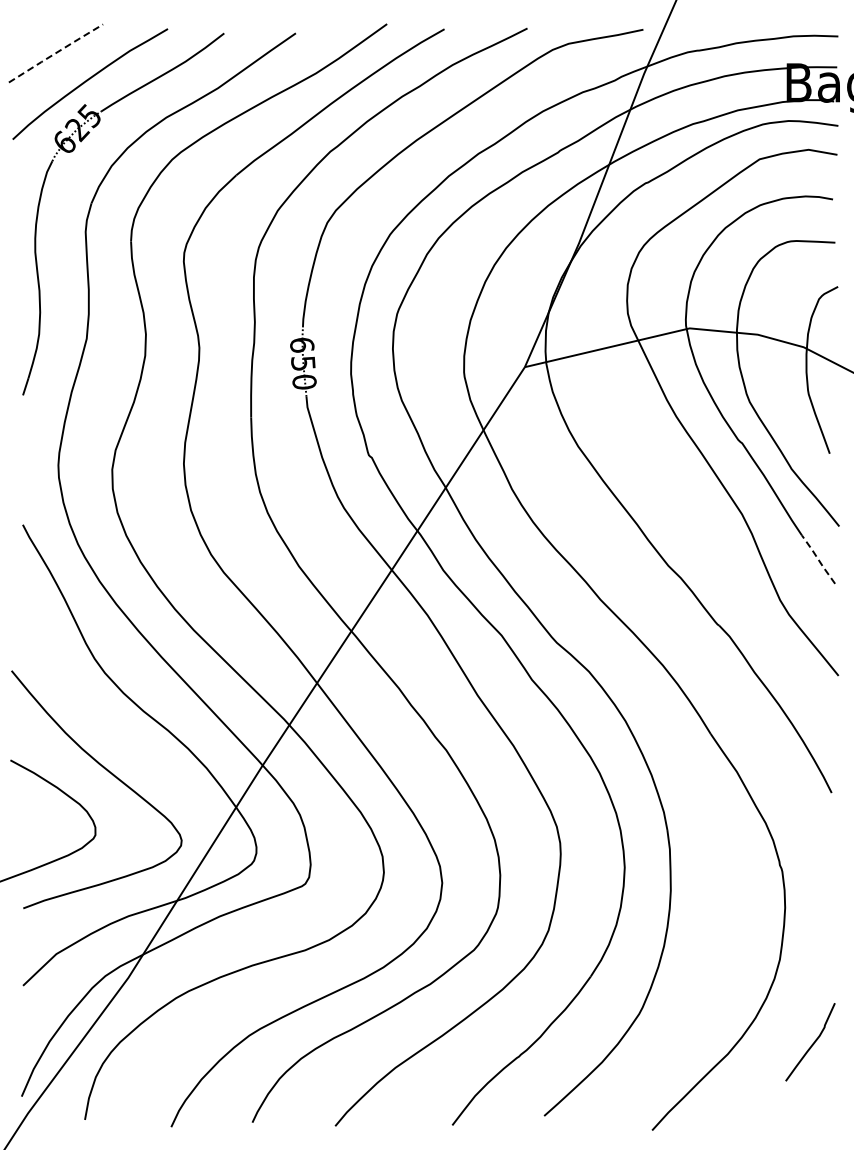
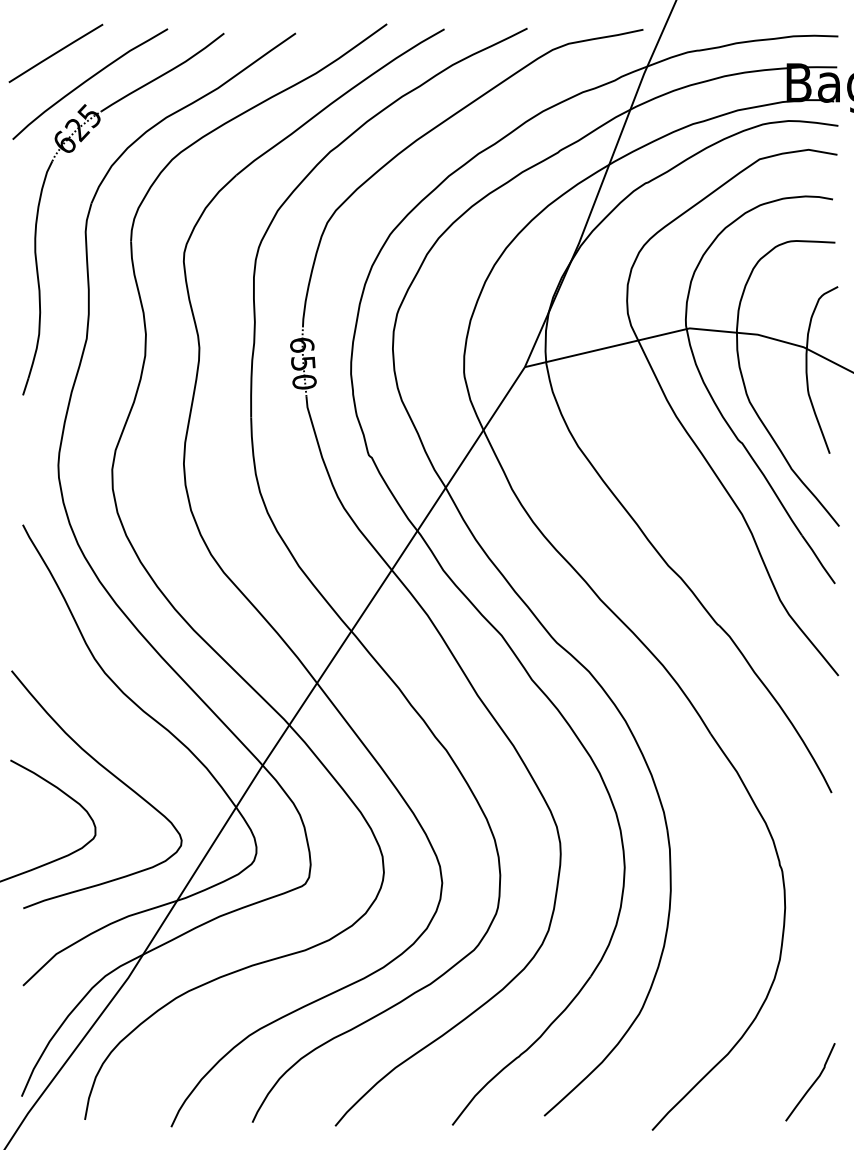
line at (55, 53): dashed -> solid
line at (818, 559): dashed -> solid
curve at (812, 1043) position: (812, 1043) -> (812, 1083)
